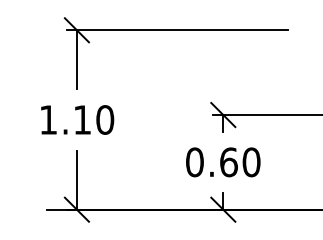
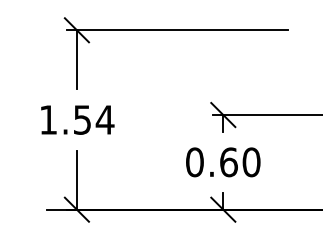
text at (94, 119): 1.10 -> 1.54
